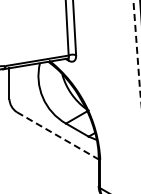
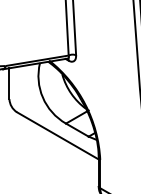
line at (137, 50): dashed -> solid
line at (58, 136): dashed -> solid
